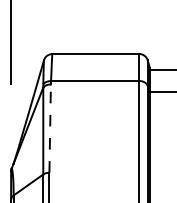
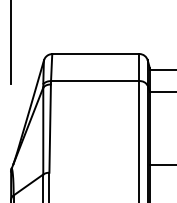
line at (50, 128): dashed -> solid
line at (161, 165): none -> present
